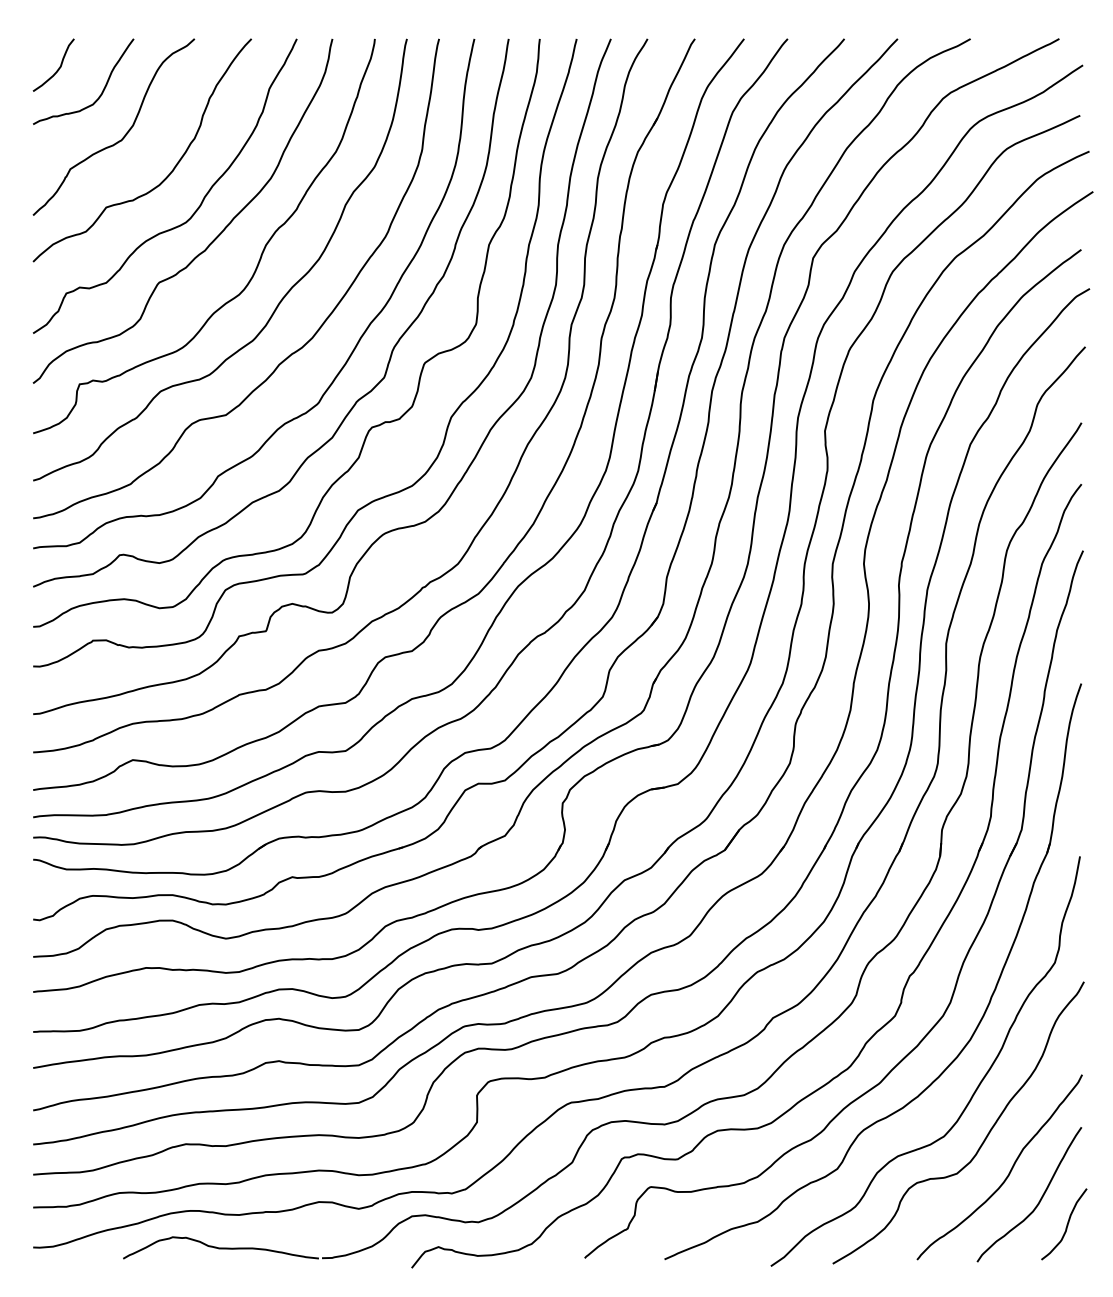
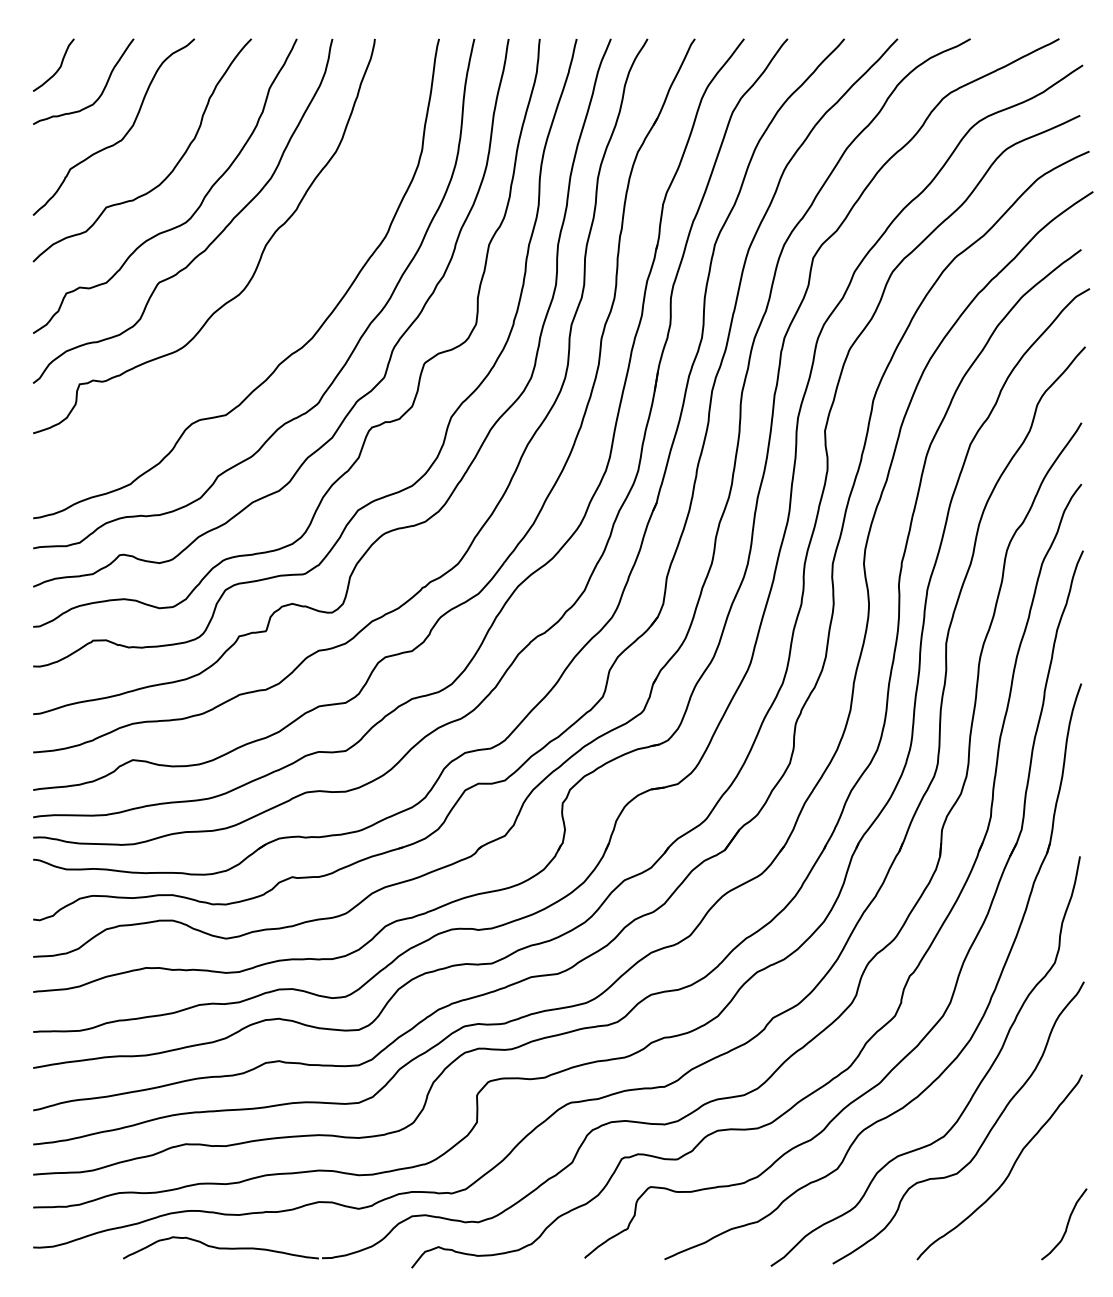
curve at (281, 298): present -> none
curve at (1038, 1201): present -> none
